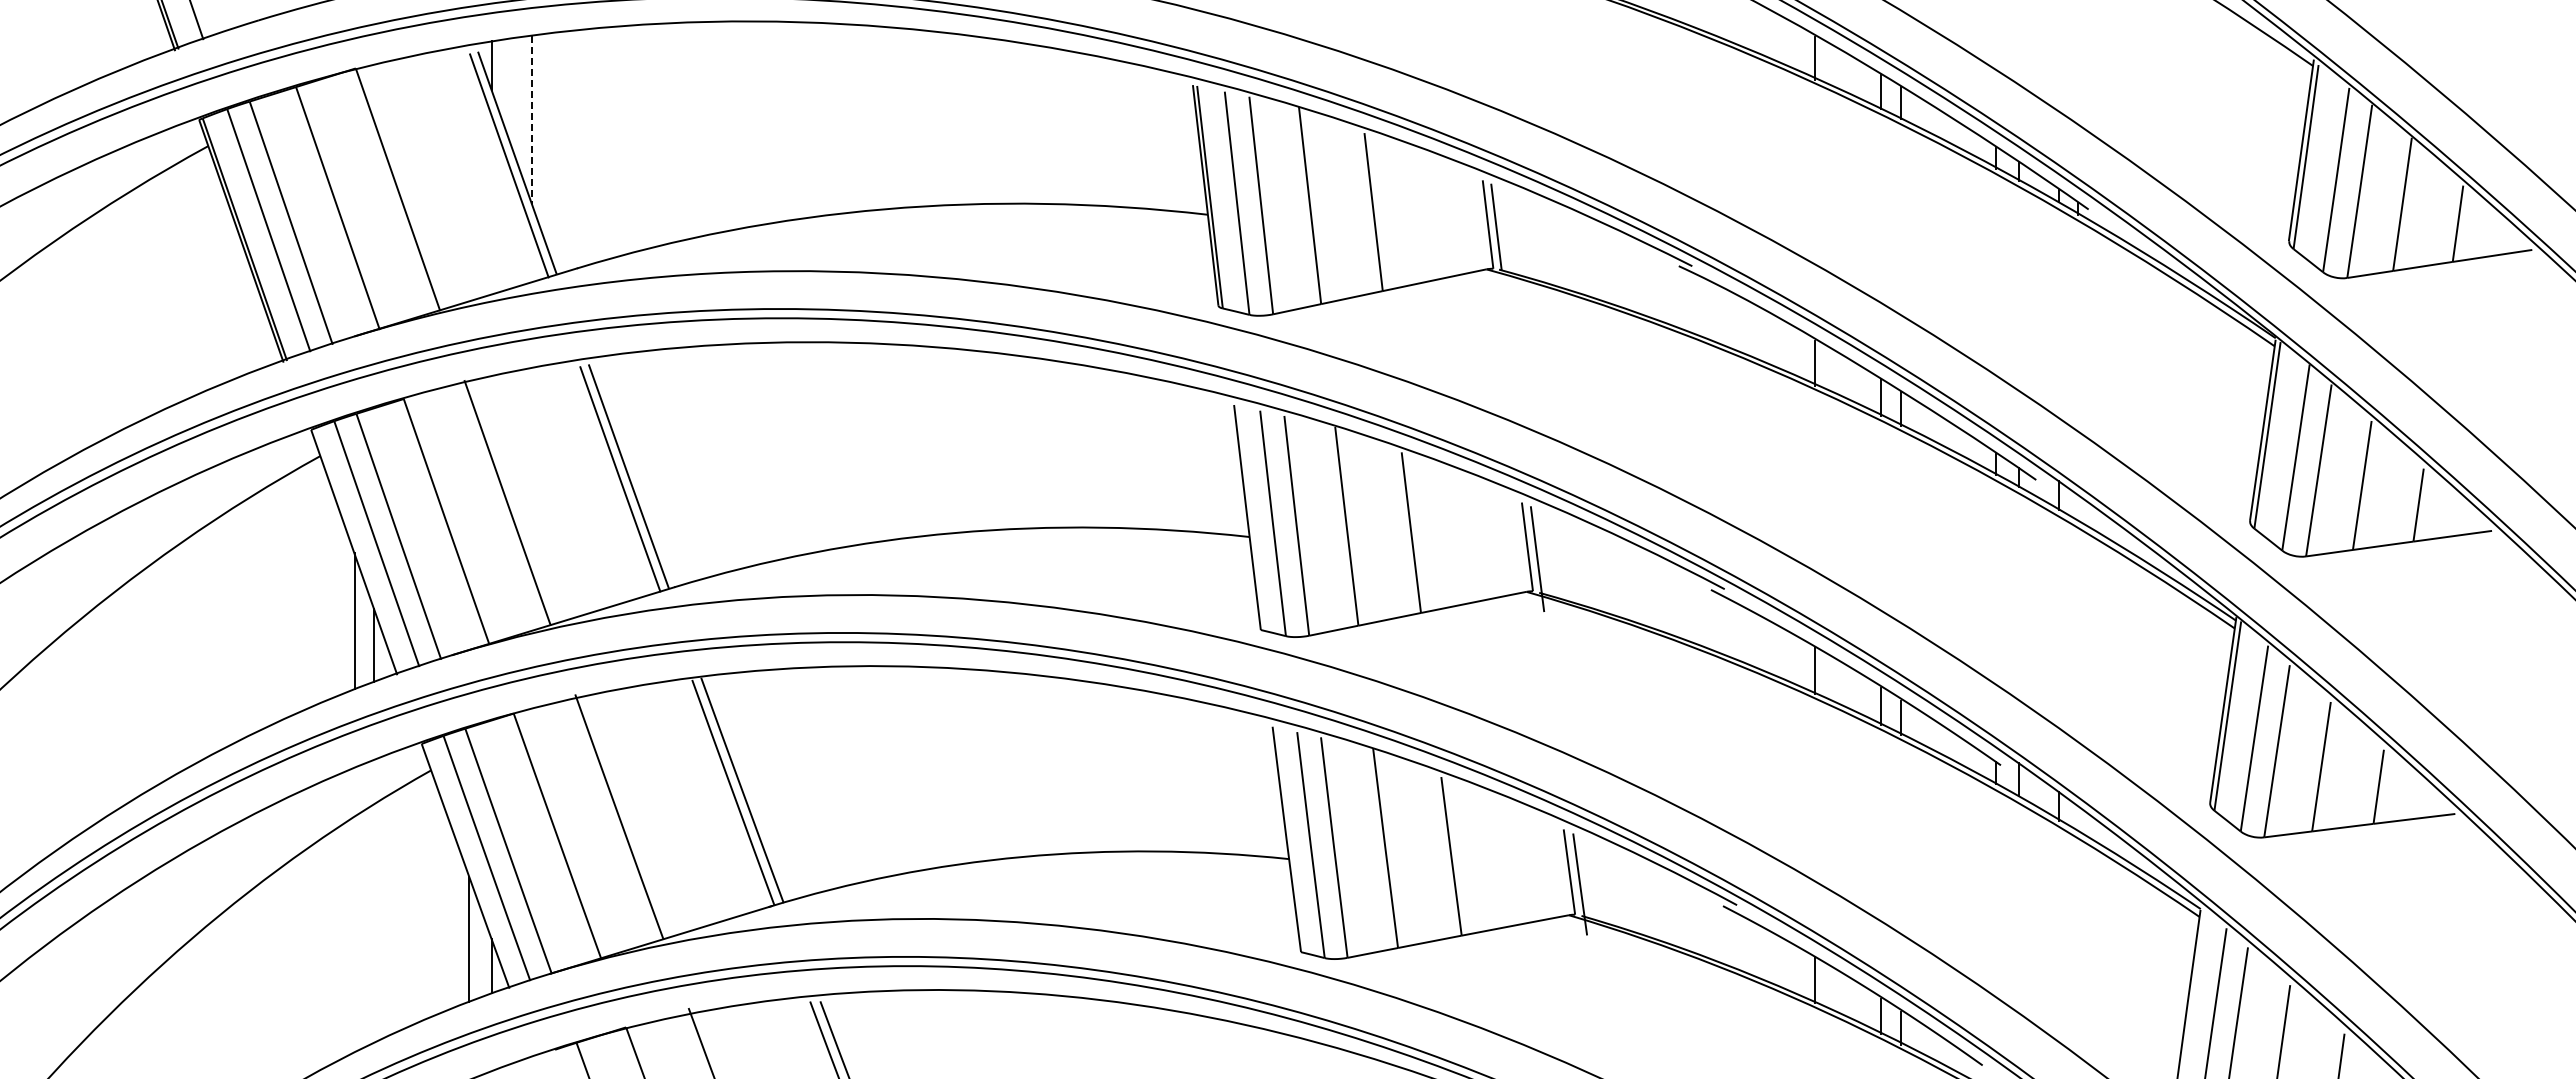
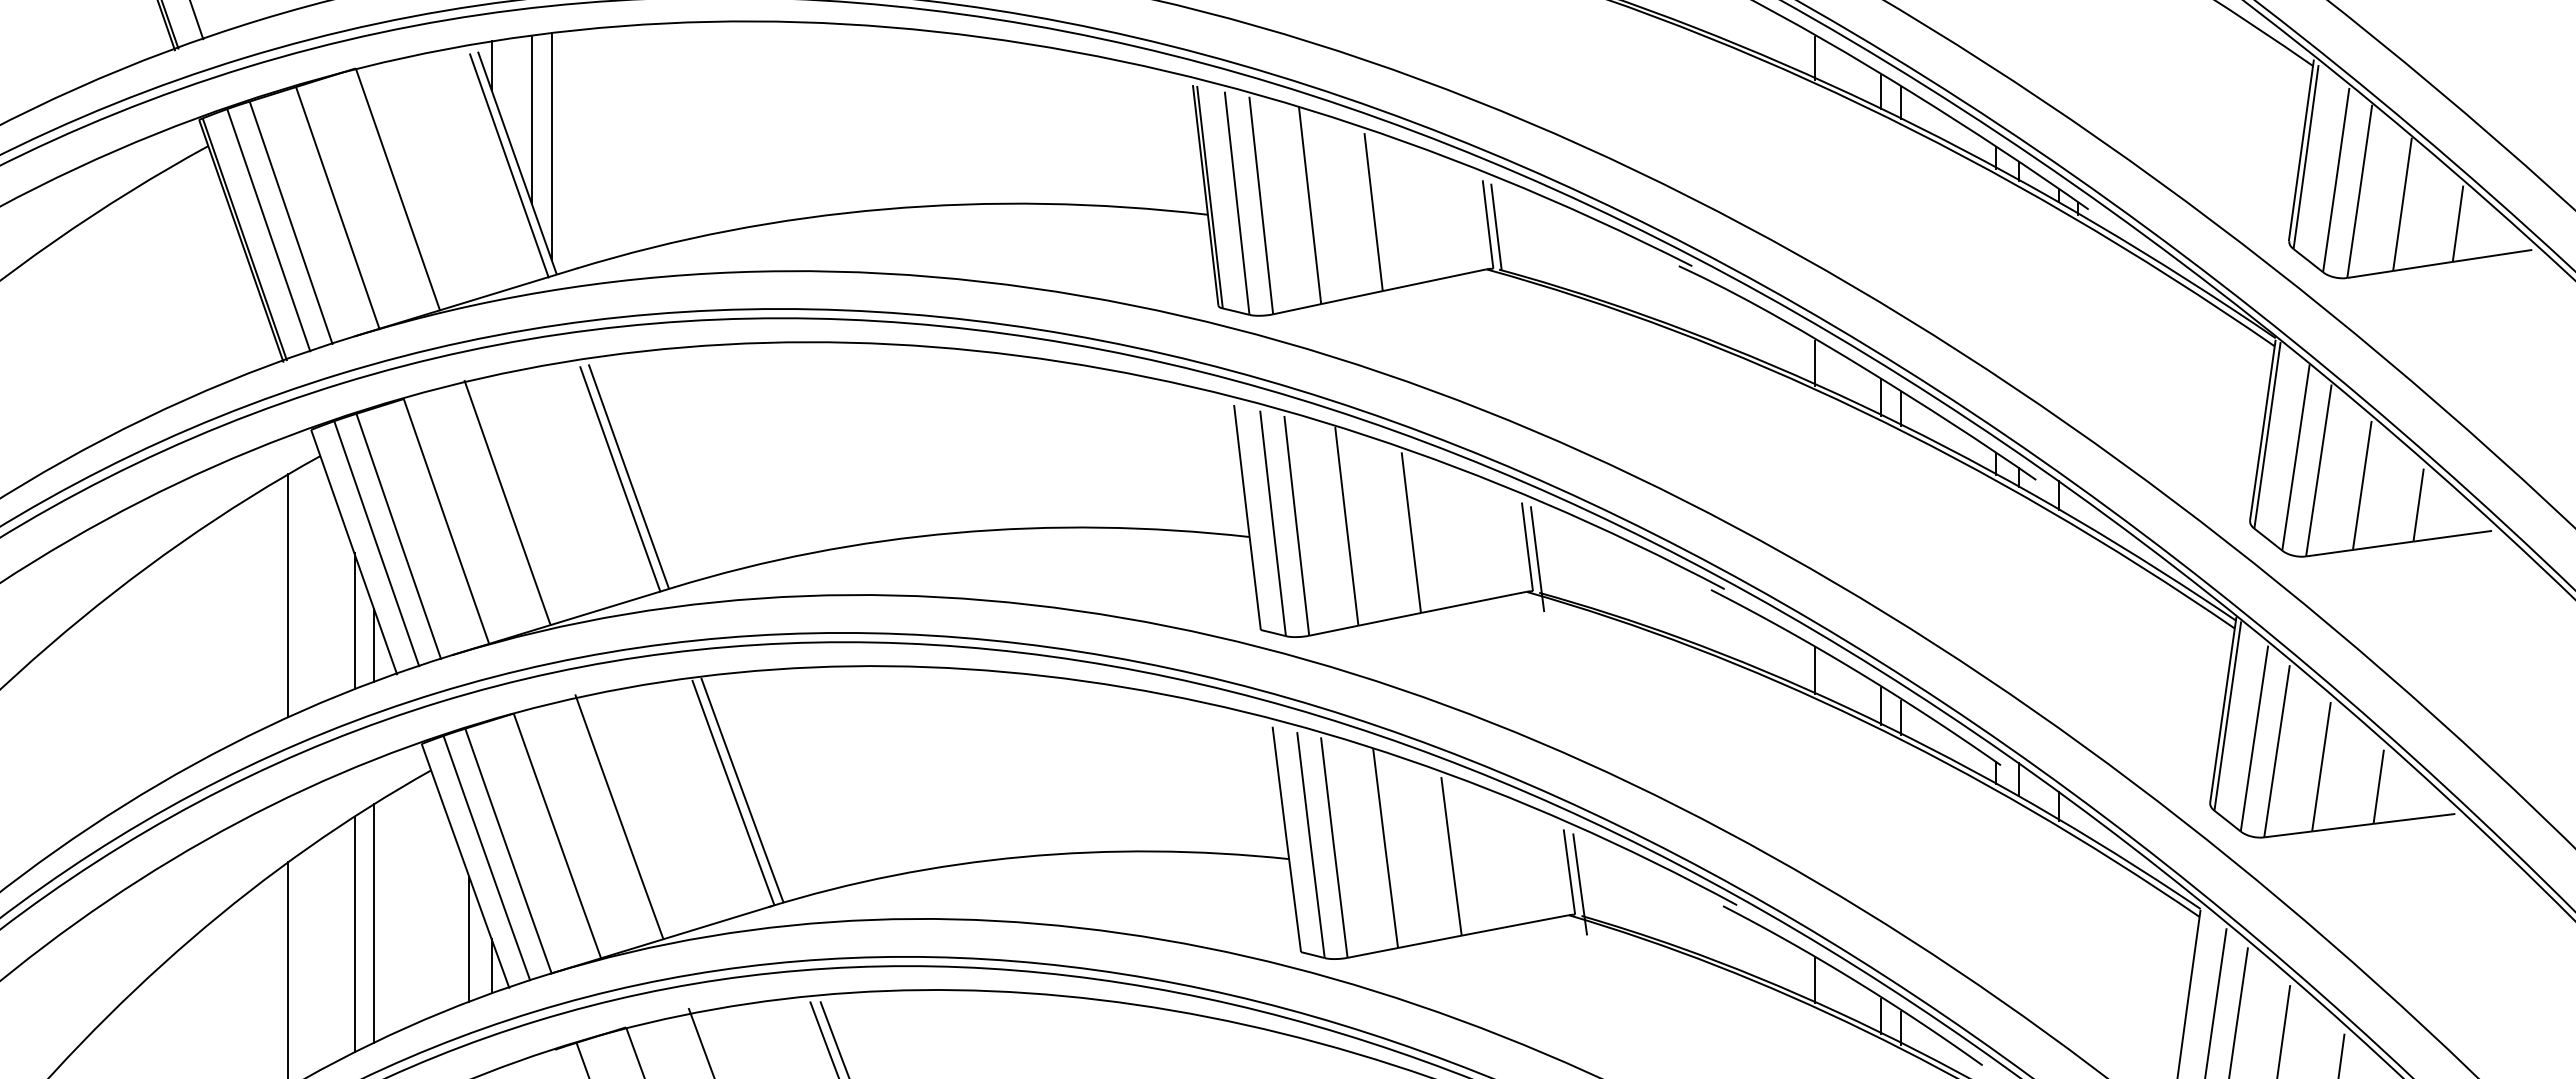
line at (531, 120): dashed -> solid
line at (551, 146): none -> present
line at (288, 595): none -> present
line at (374, 923): none -> present
line at (354, 934): none -> present
line at (288, 968): none -> present
